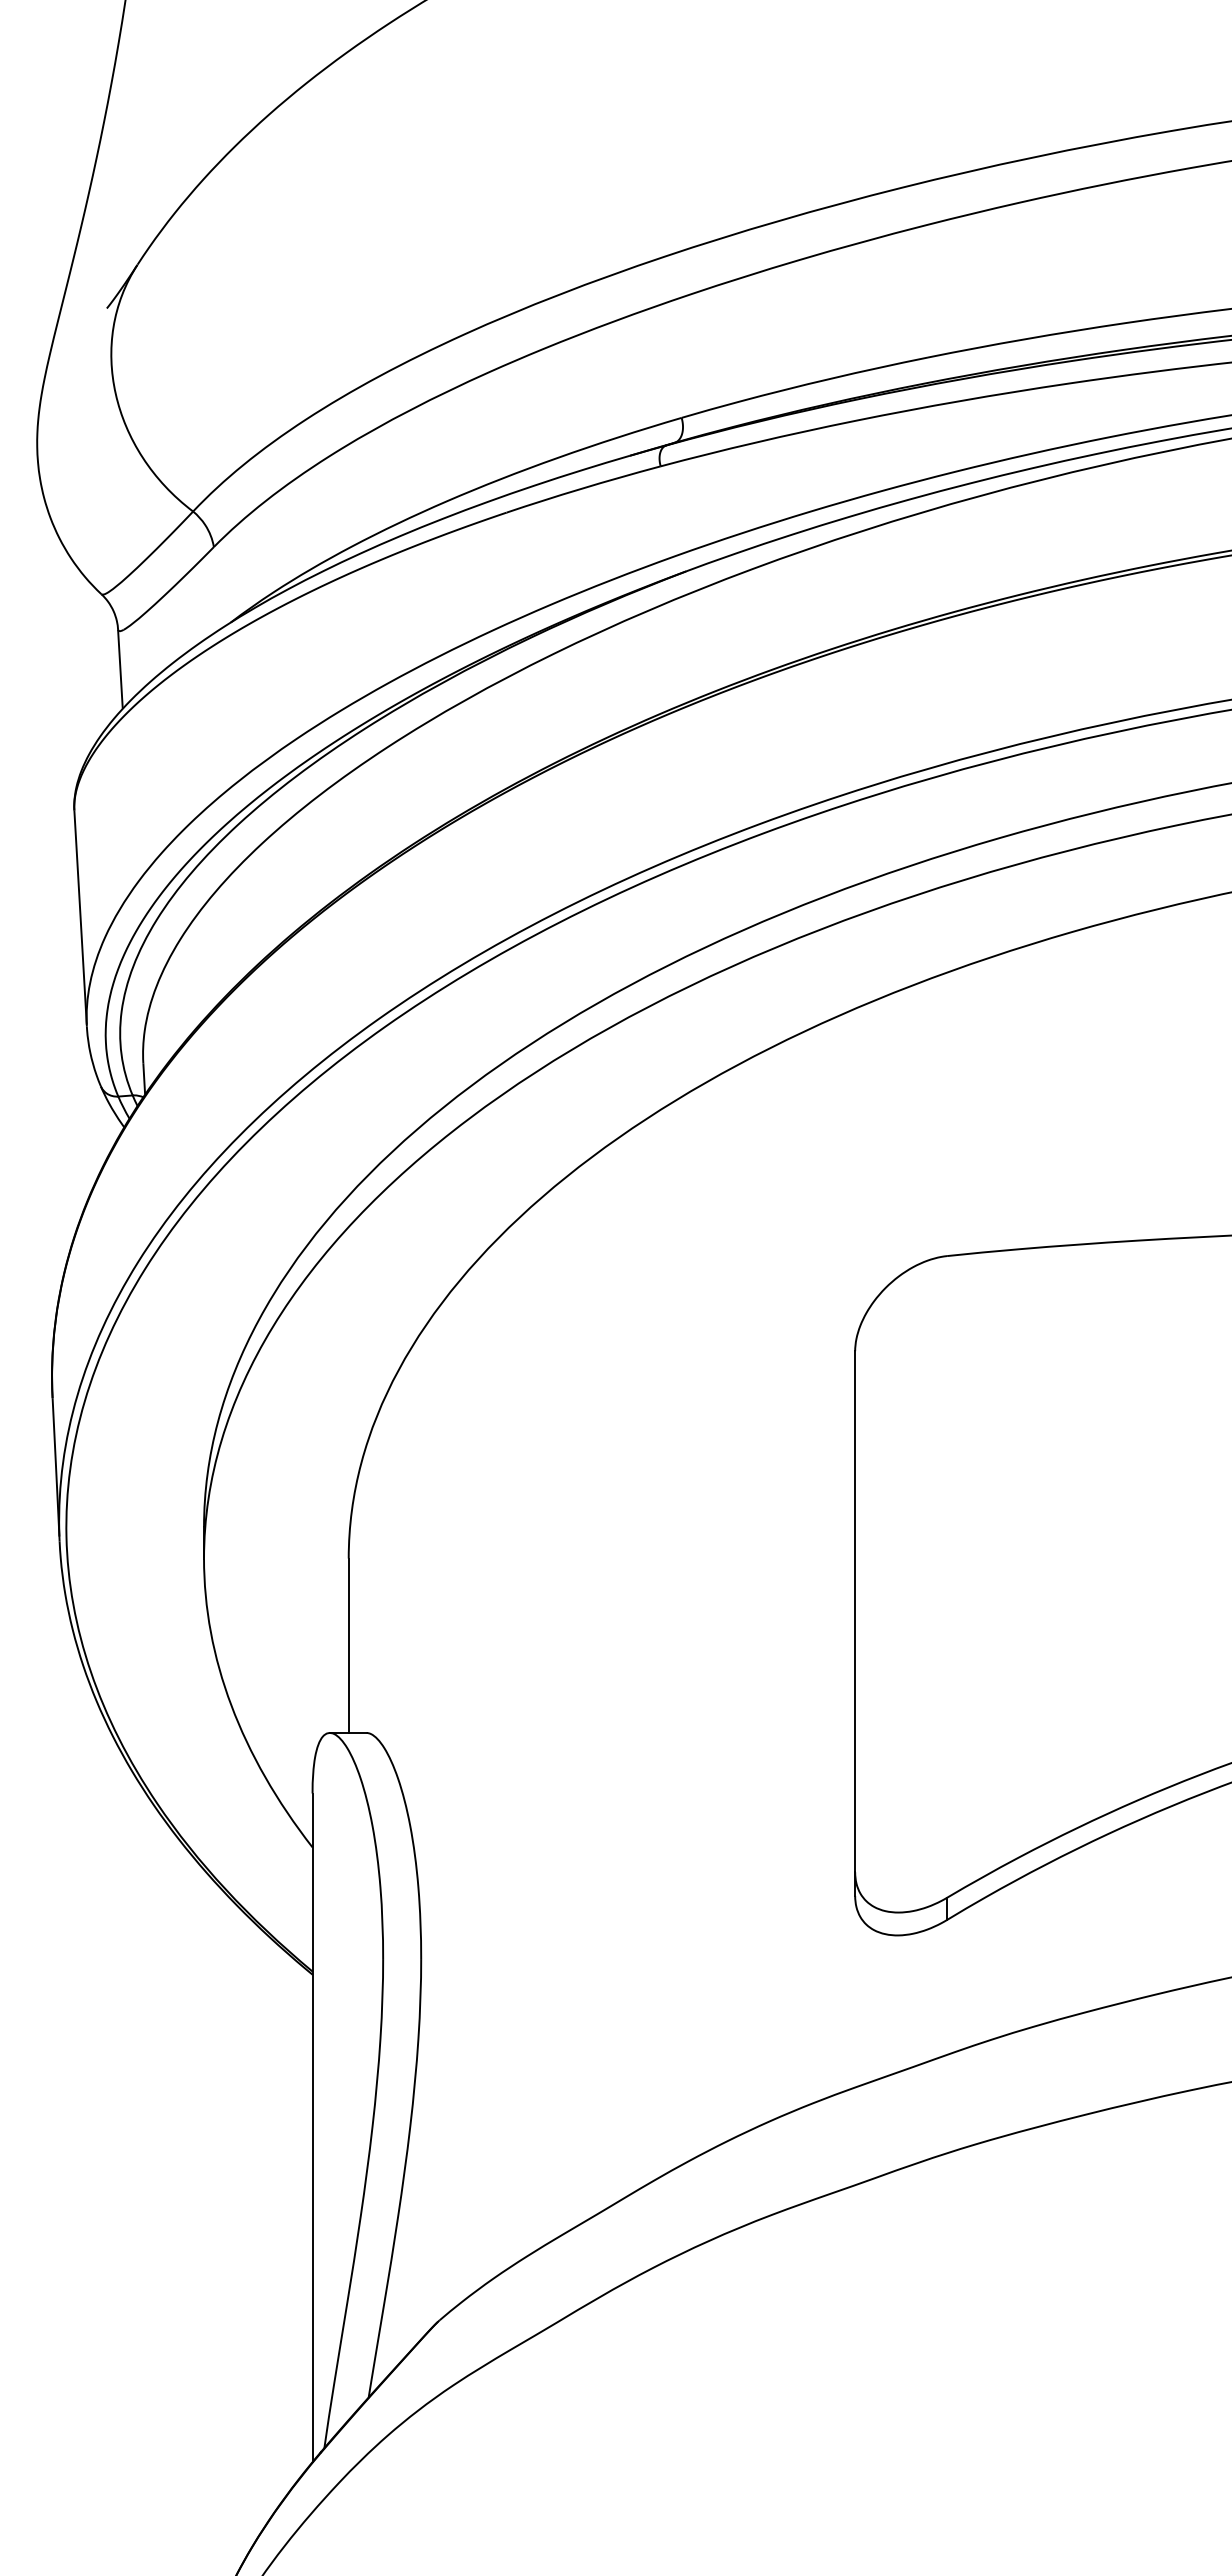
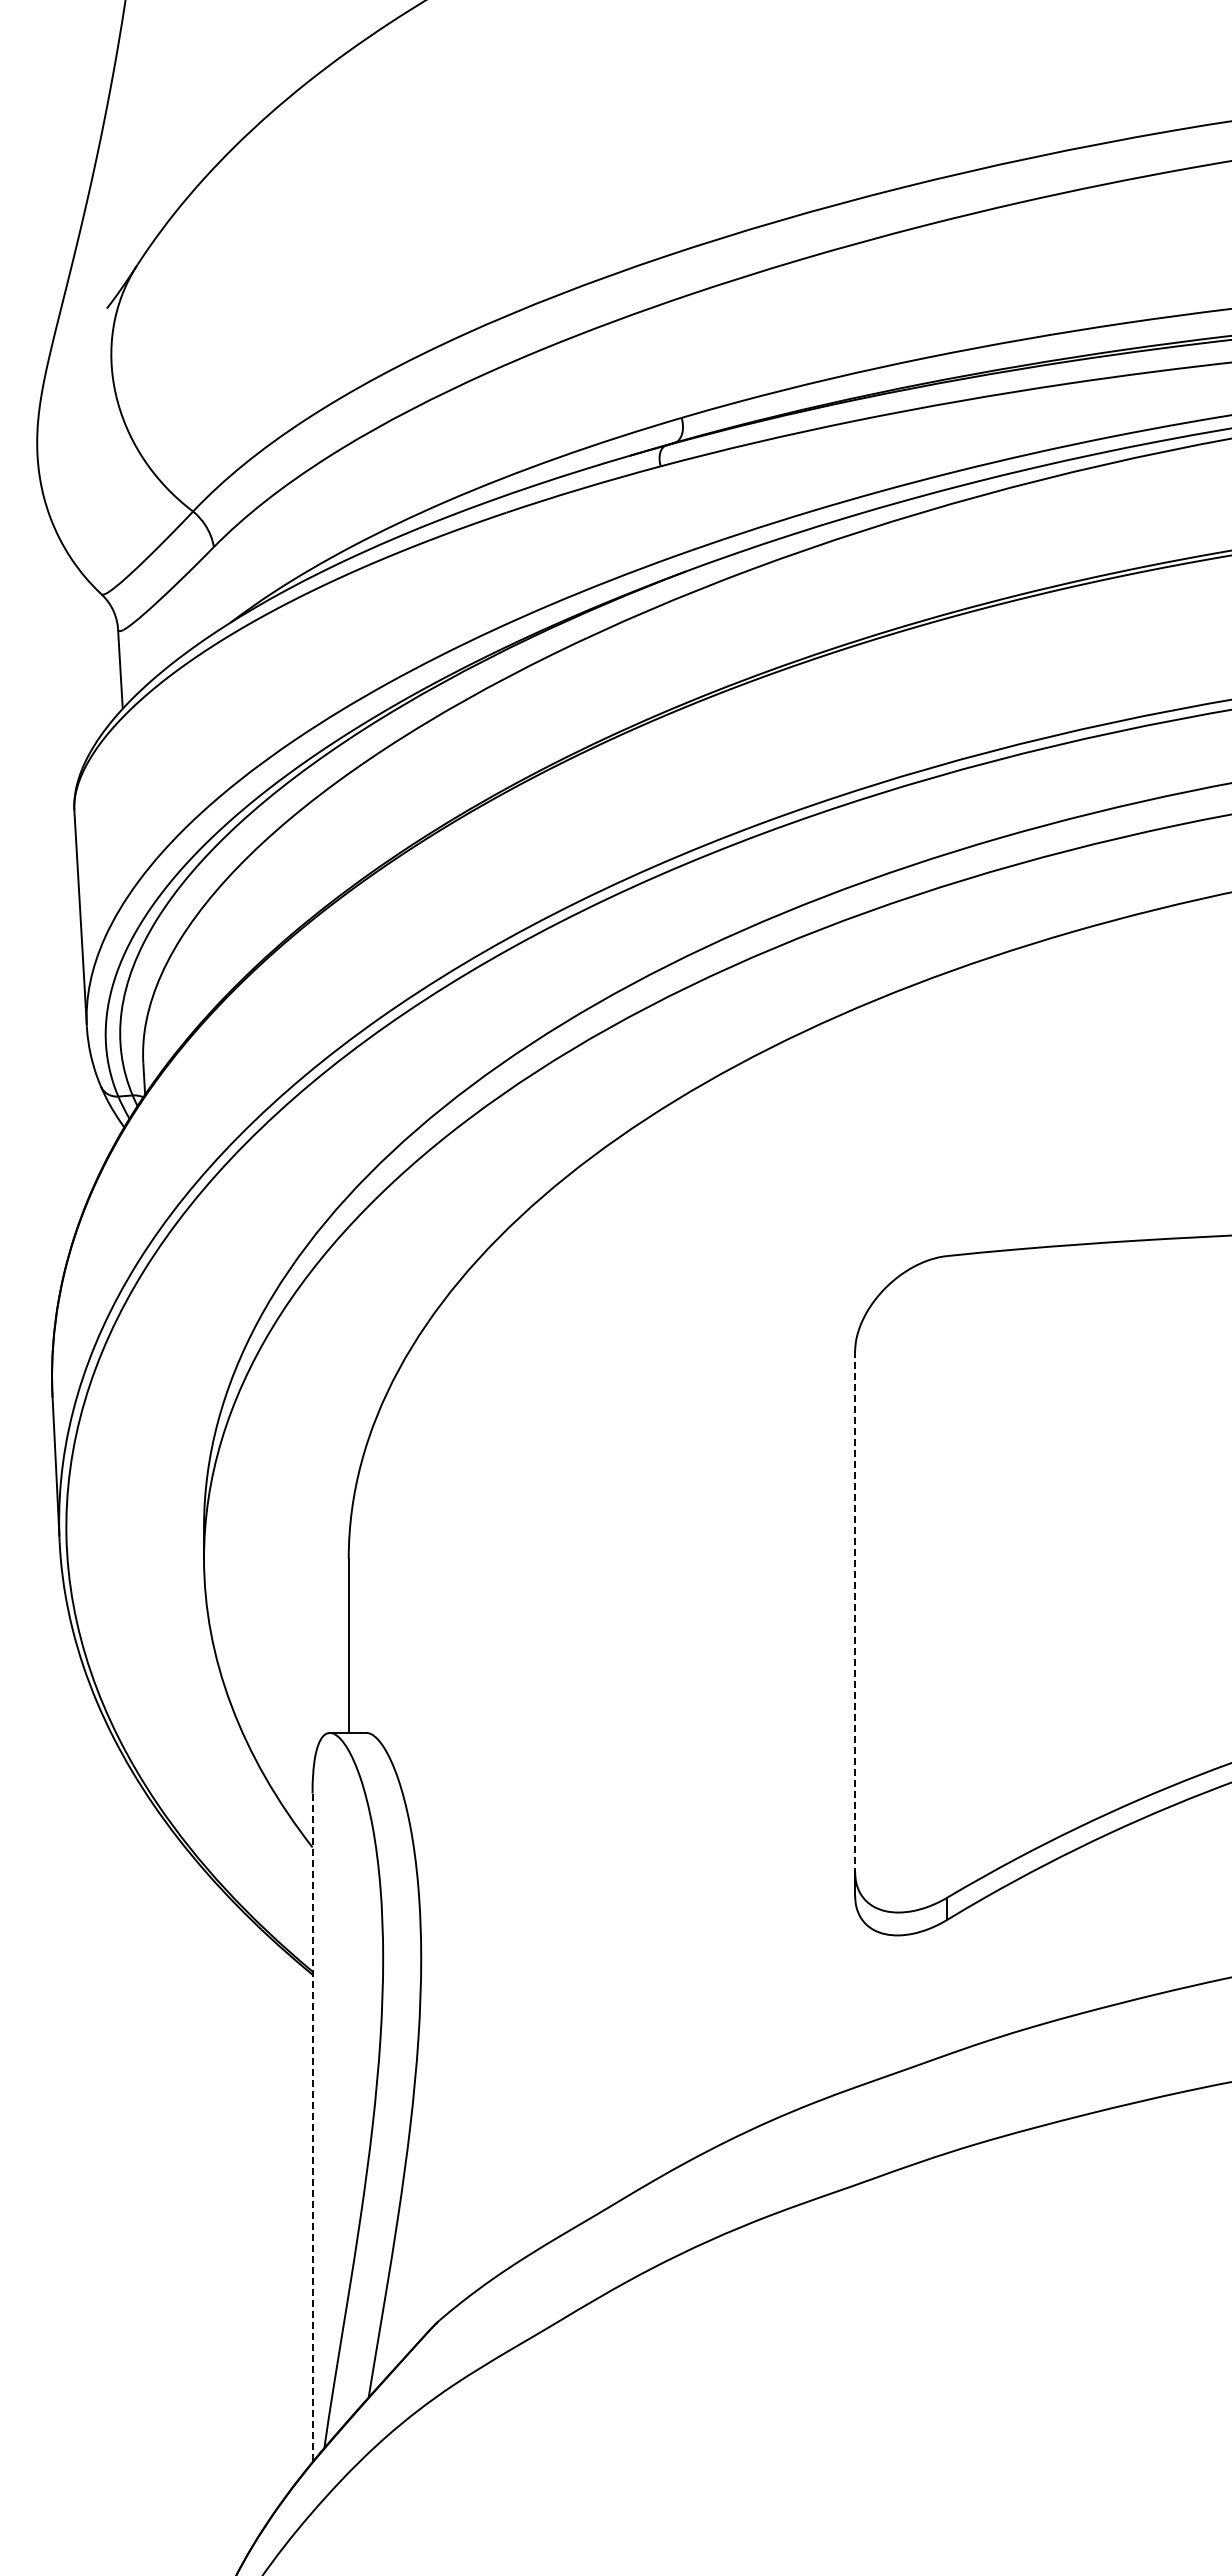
line at (855, 1611): solid -> dashed
line at (312, 2128): solid -> dashed
